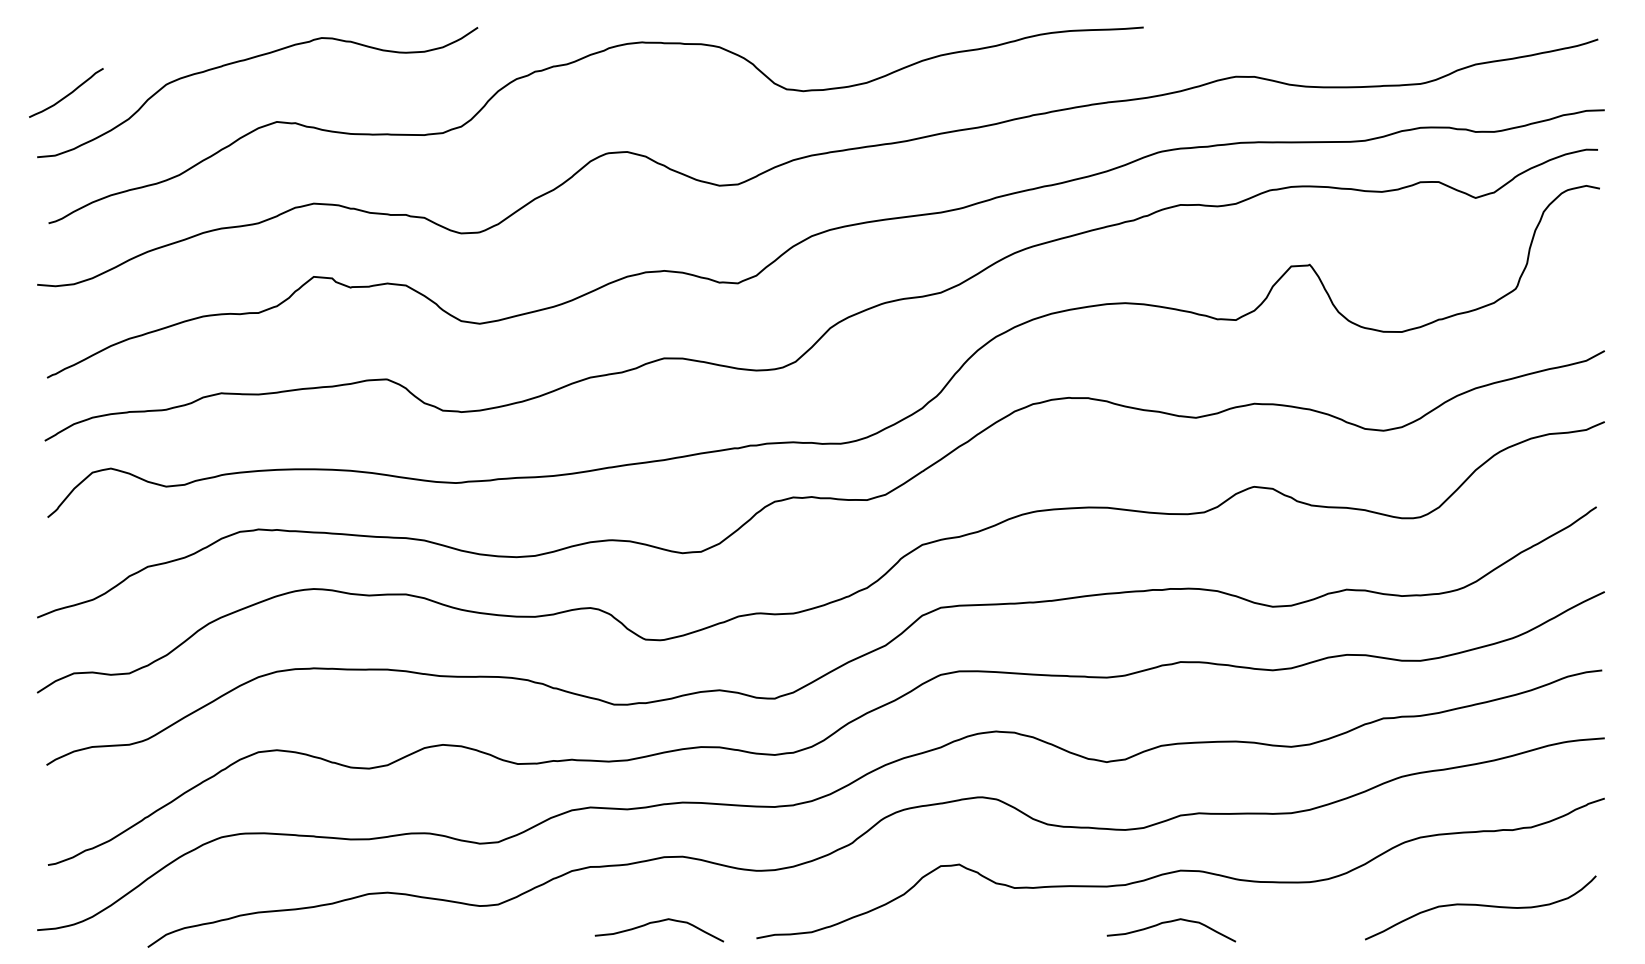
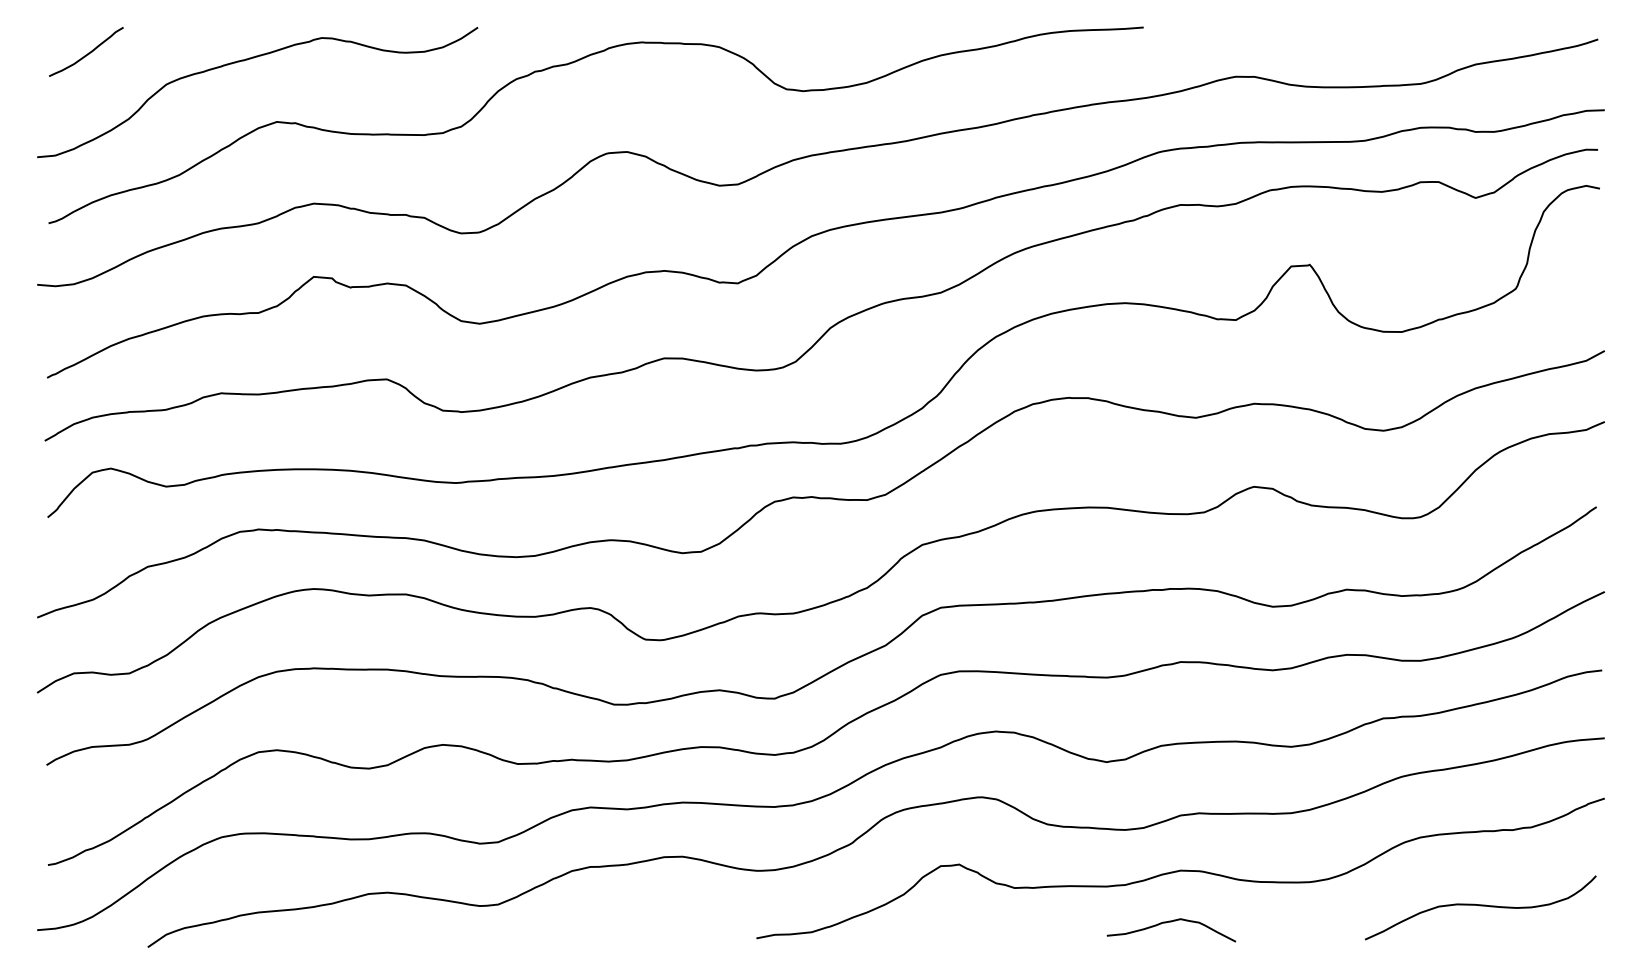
curve at (68, 93) position: (68, 93) -> (88, 52)
curve at (659, 922): present -> none
